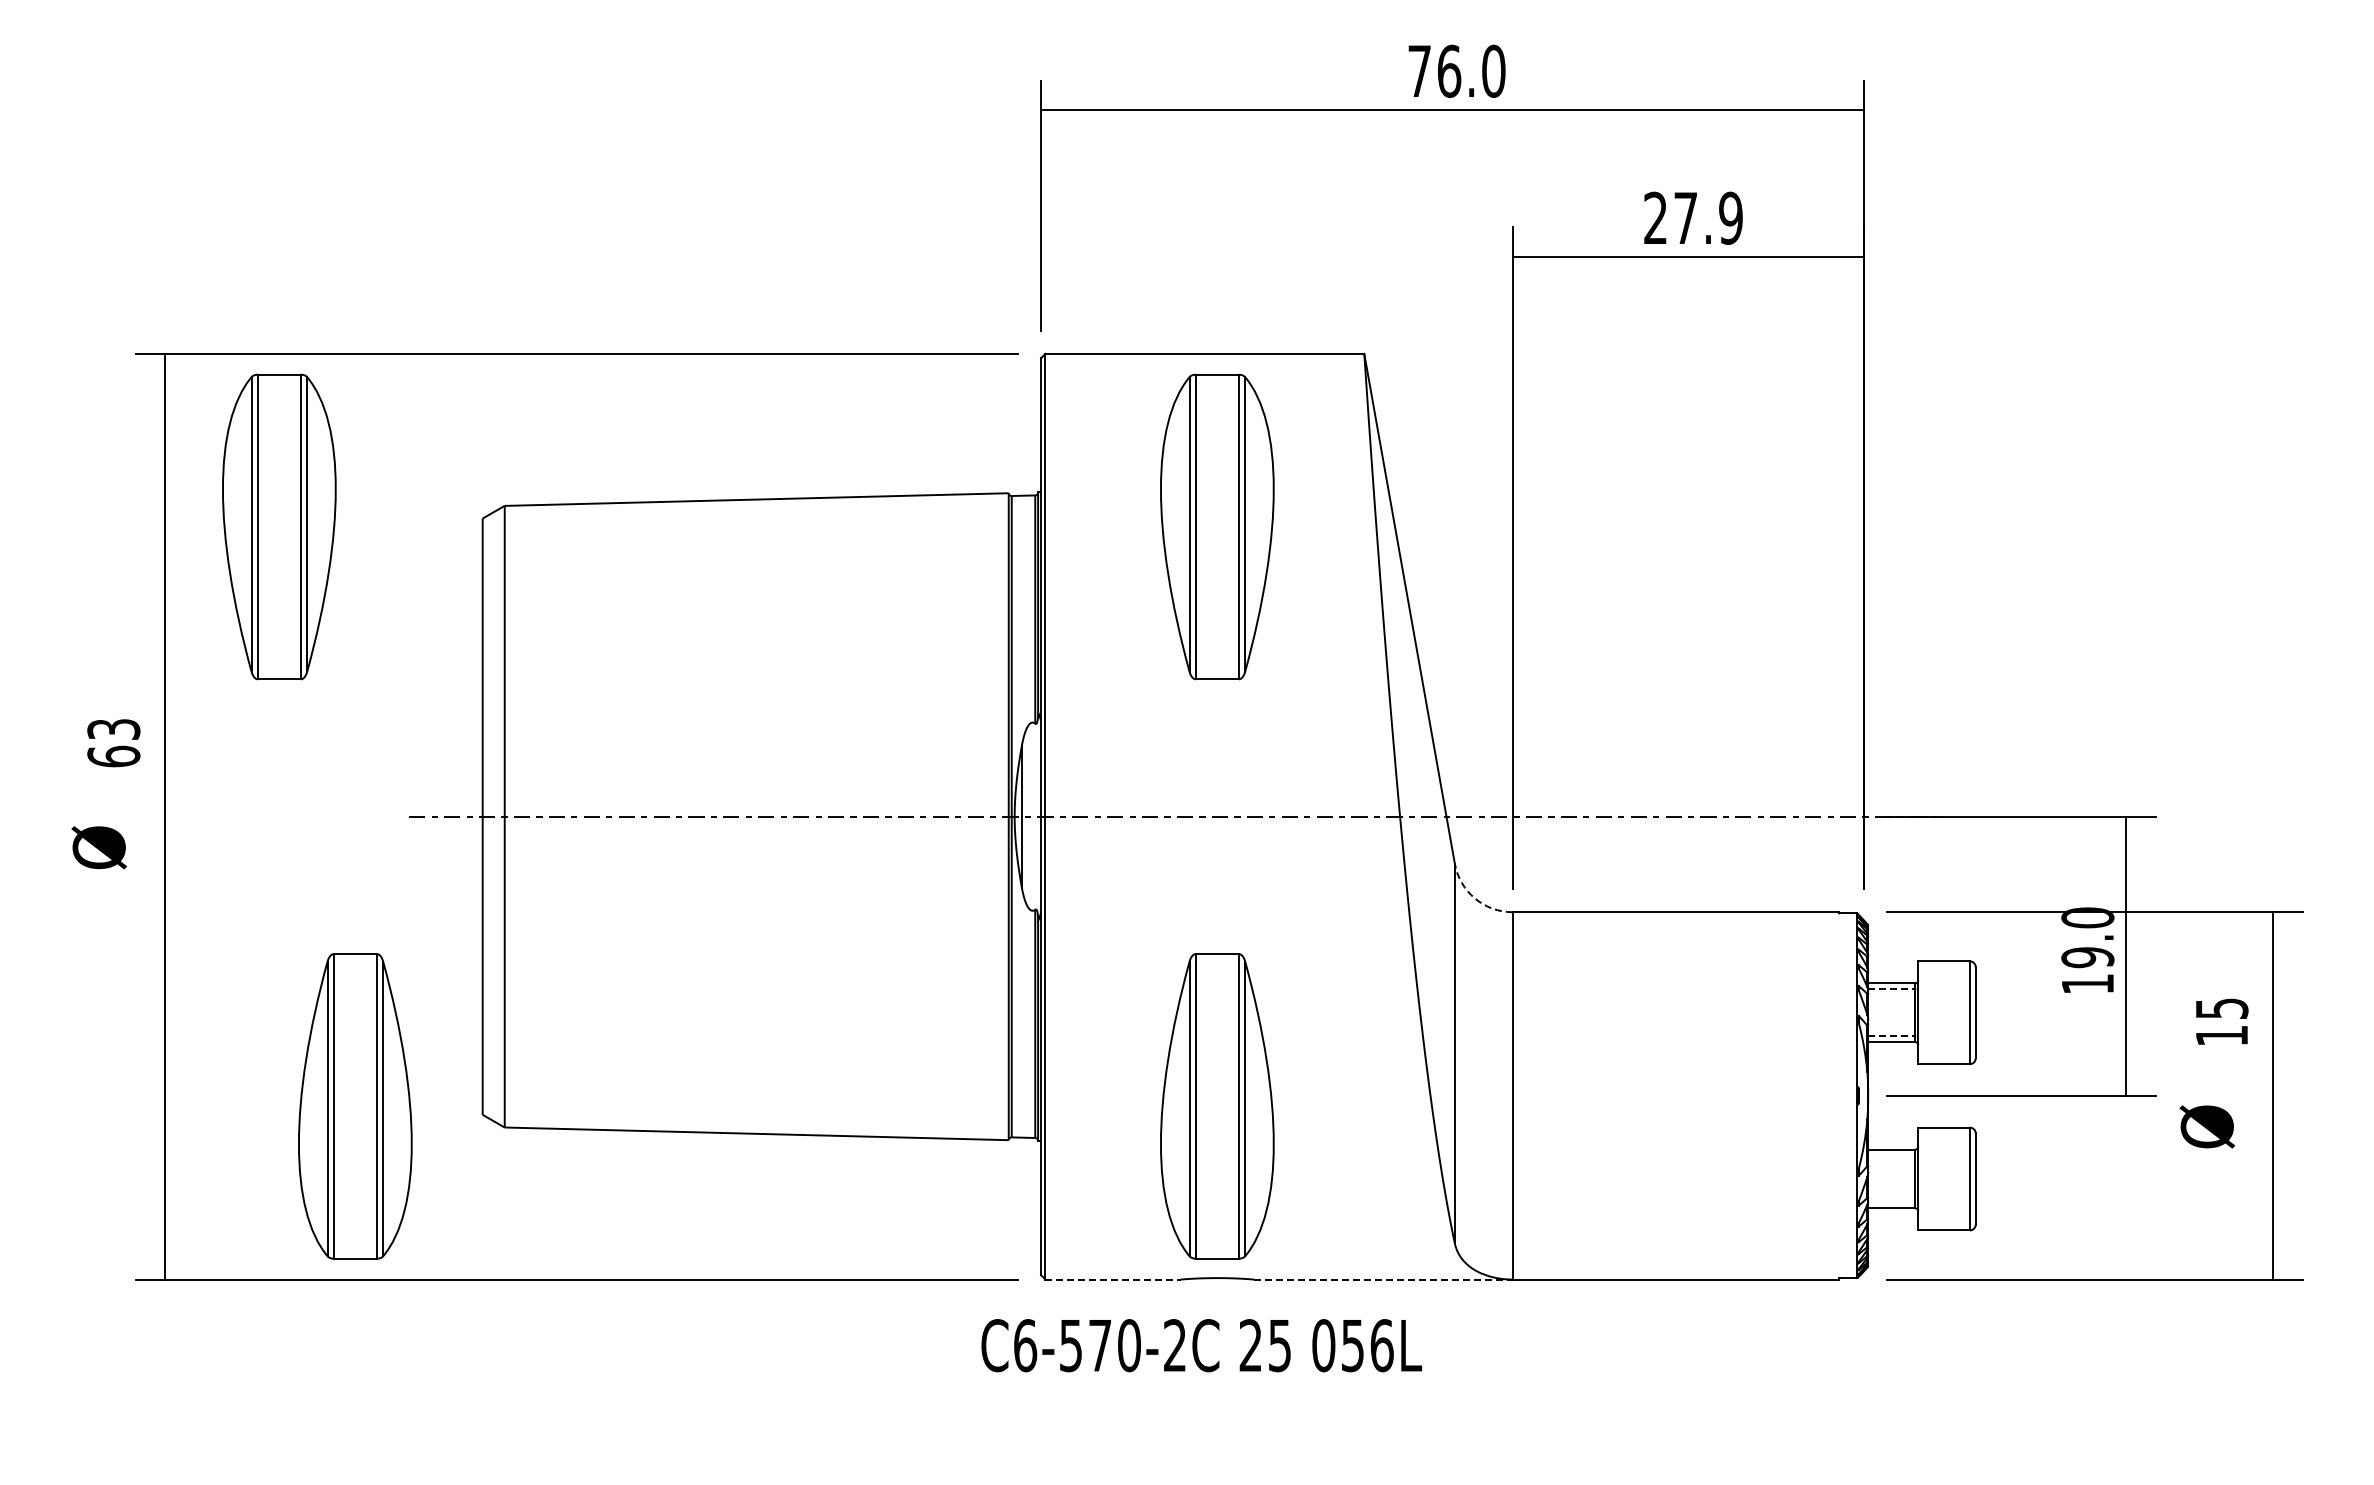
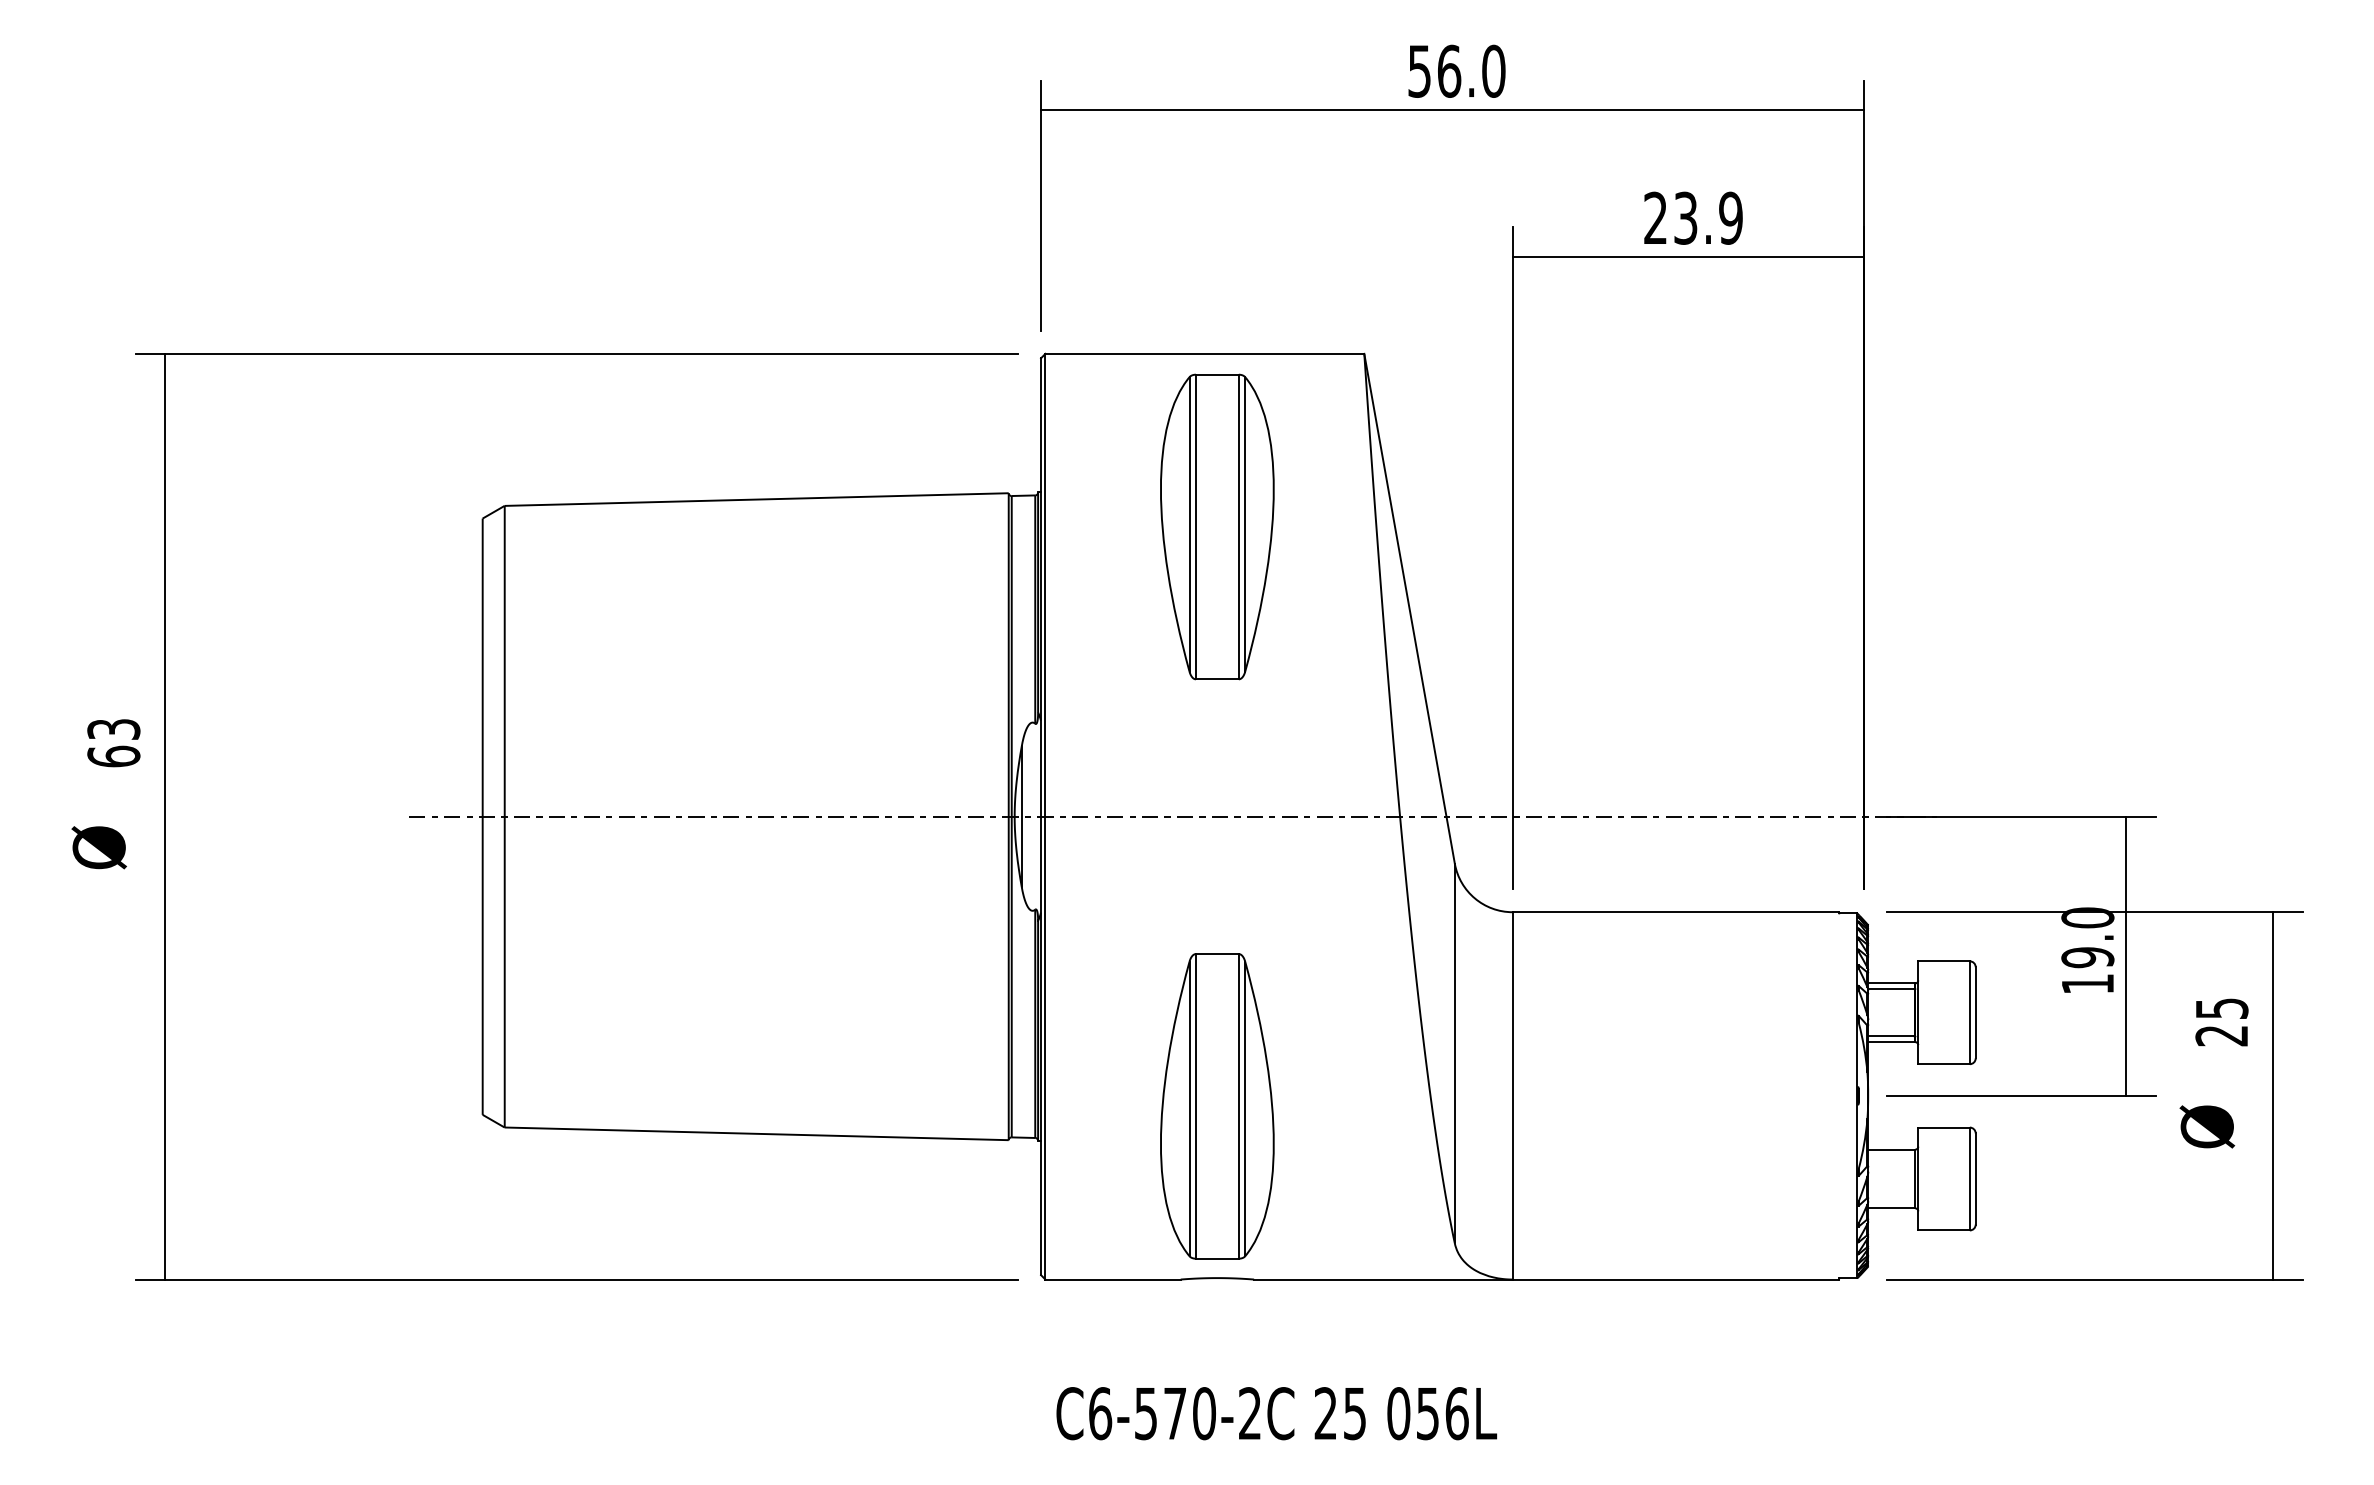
text at (1419, 71): 76.0 -> 56.0
text at (1685, 217): 27.9 -> 23.9
part at (279, 526): present -> none
arc at (1474, 898): dashed -> solid
line at (1891, 989): dashed -> solid
line at (1891, 1036): dashed -> solid
text at (2221, 1036): 15 -> 25
part at (355, 1106): present -> none
line at (1113, 1279): dashed -> solid
line at (1383, 1279): dashed -> solid
text at (1201, 1345) position: (1201, 1345) -> (1276, 1413)
